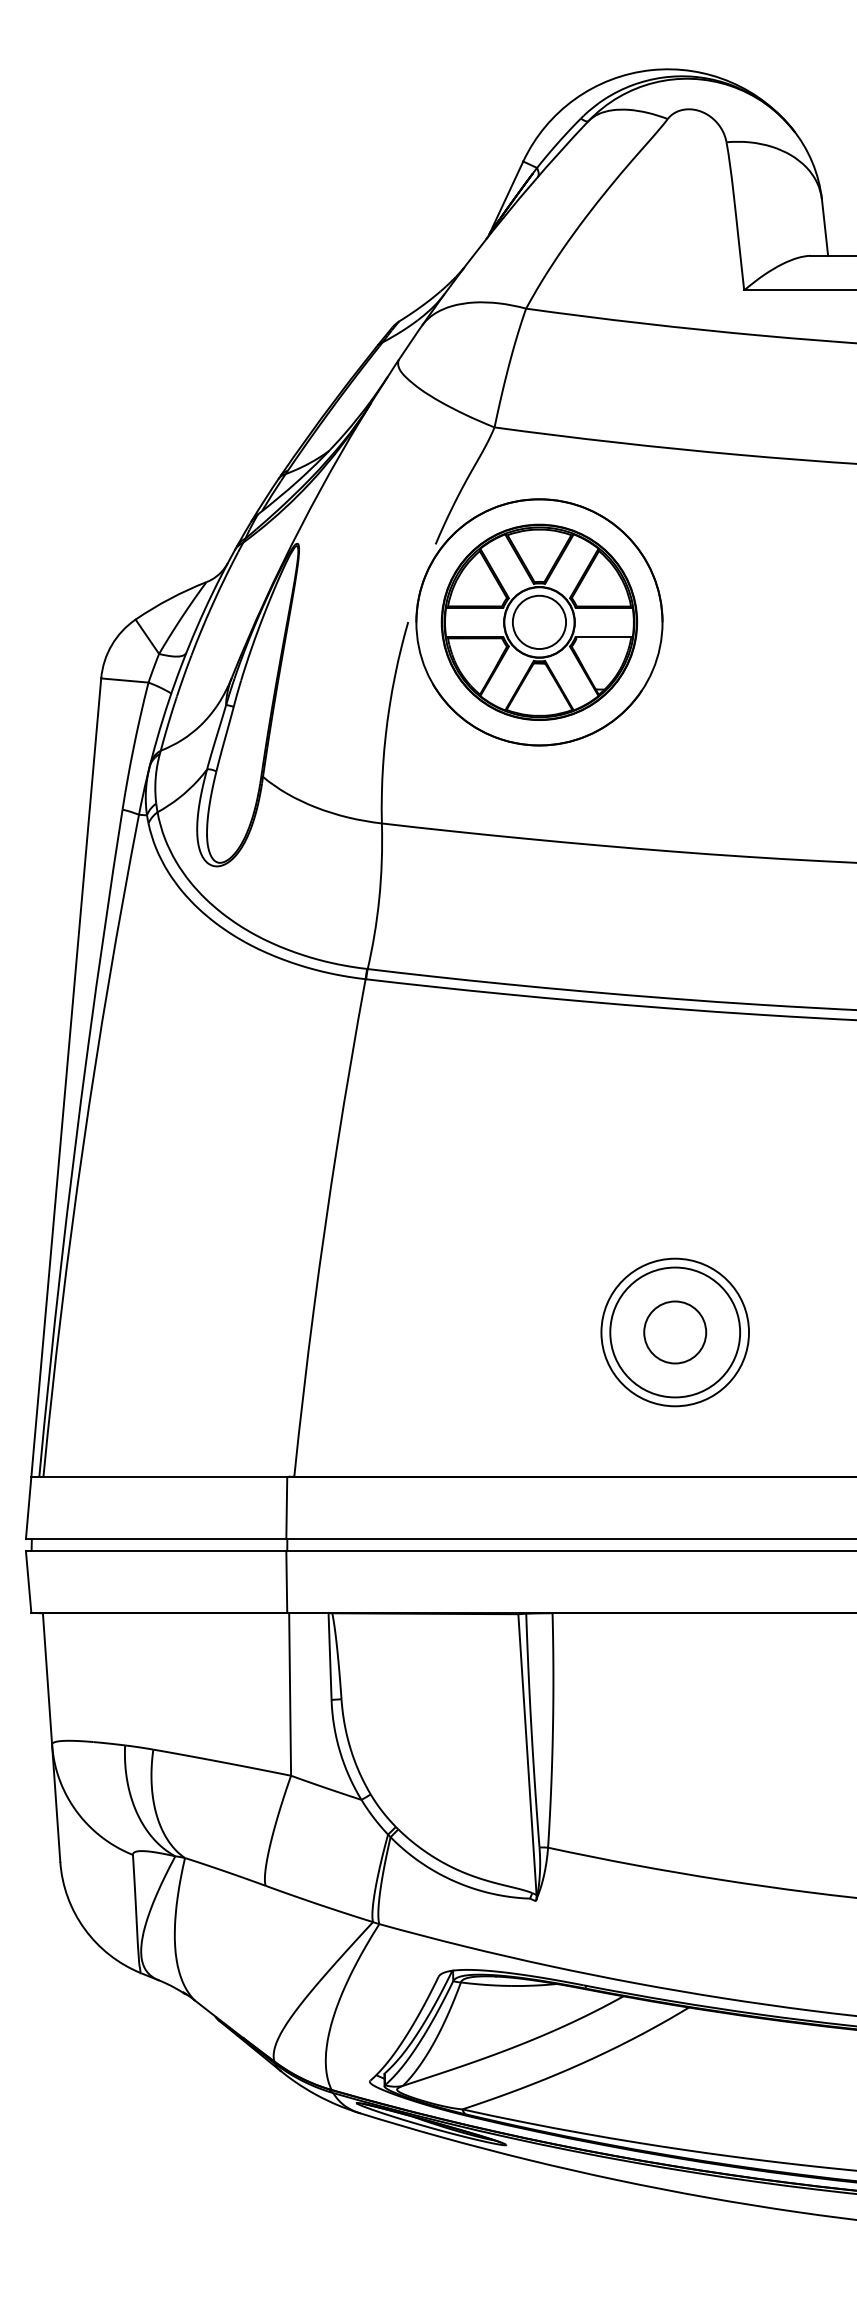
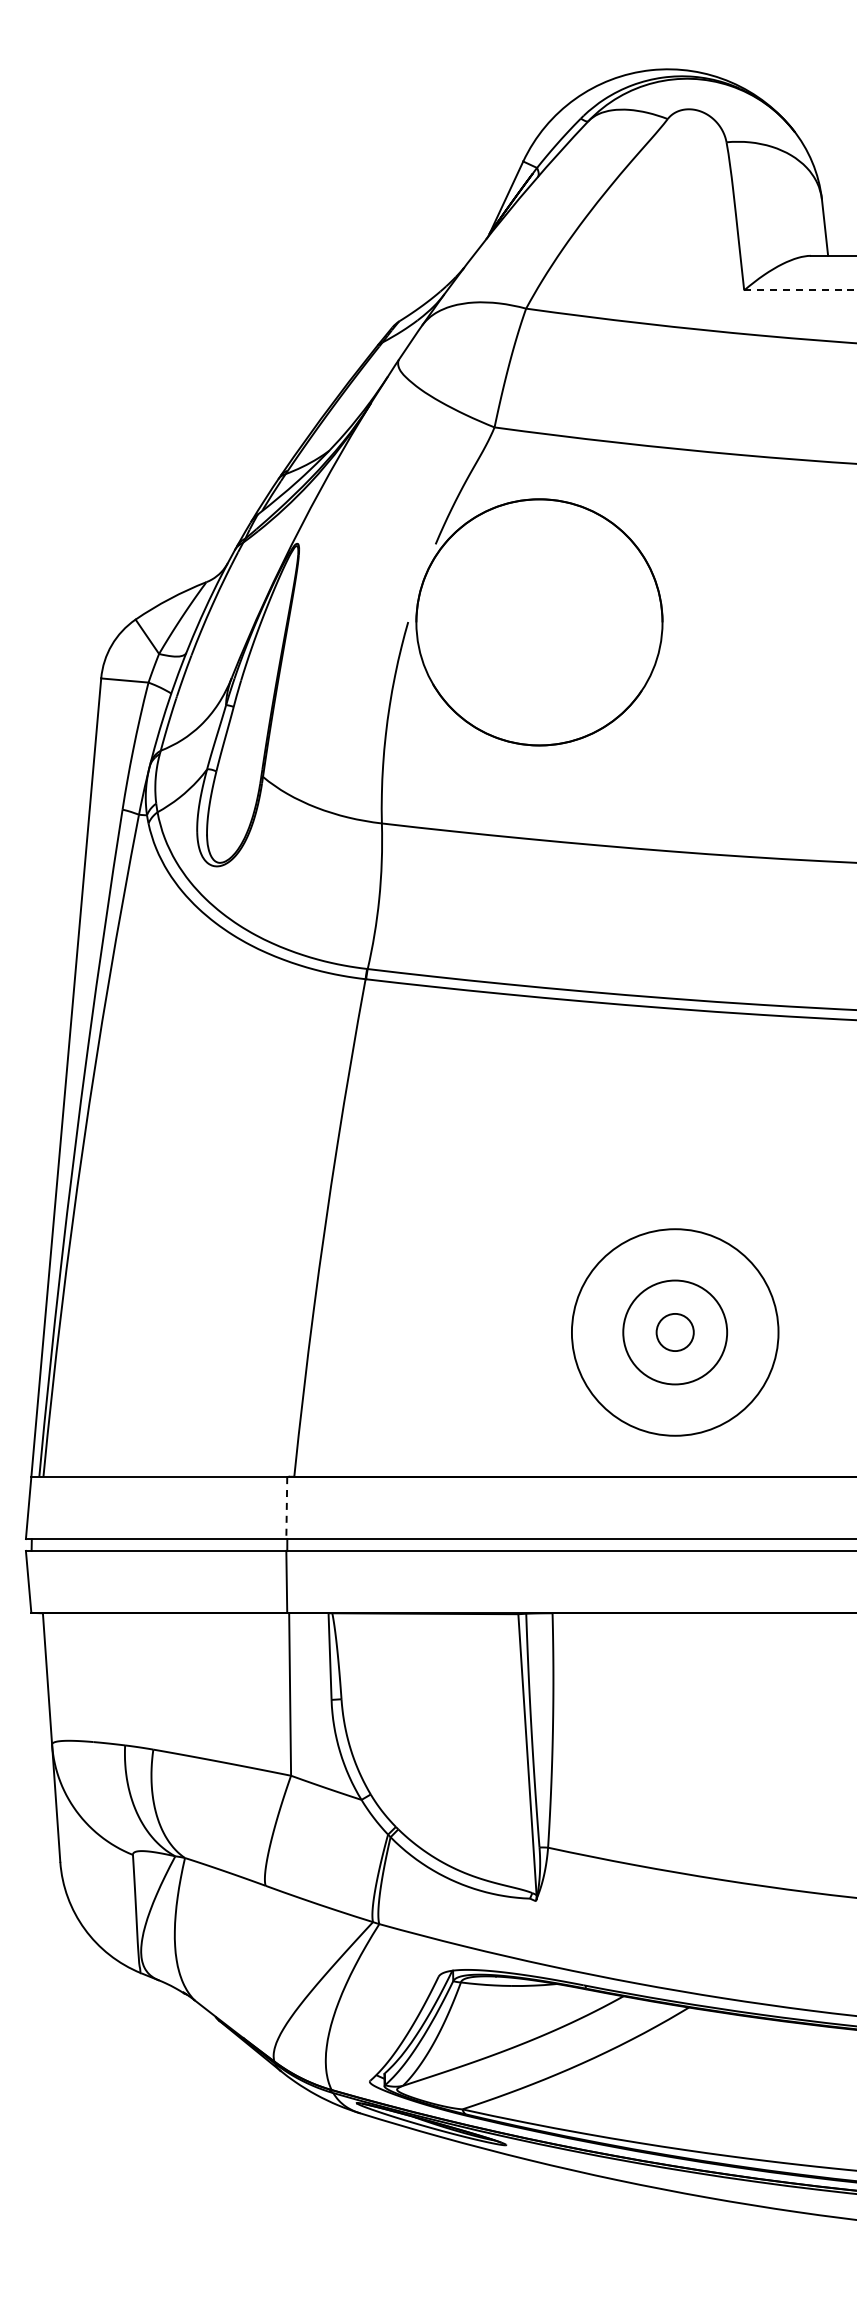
line at (800, 290): solid -> dashed
part at (539, 621): present -> none
circle at (675, 1332) diameter: 130 px -> 104 px
circle at (675, 1332) diameter: 148 px -> 207 px
circle at (675, 1332) diameter: 62 px -> 37 px
line at (286, 1508): solid -> dashed
